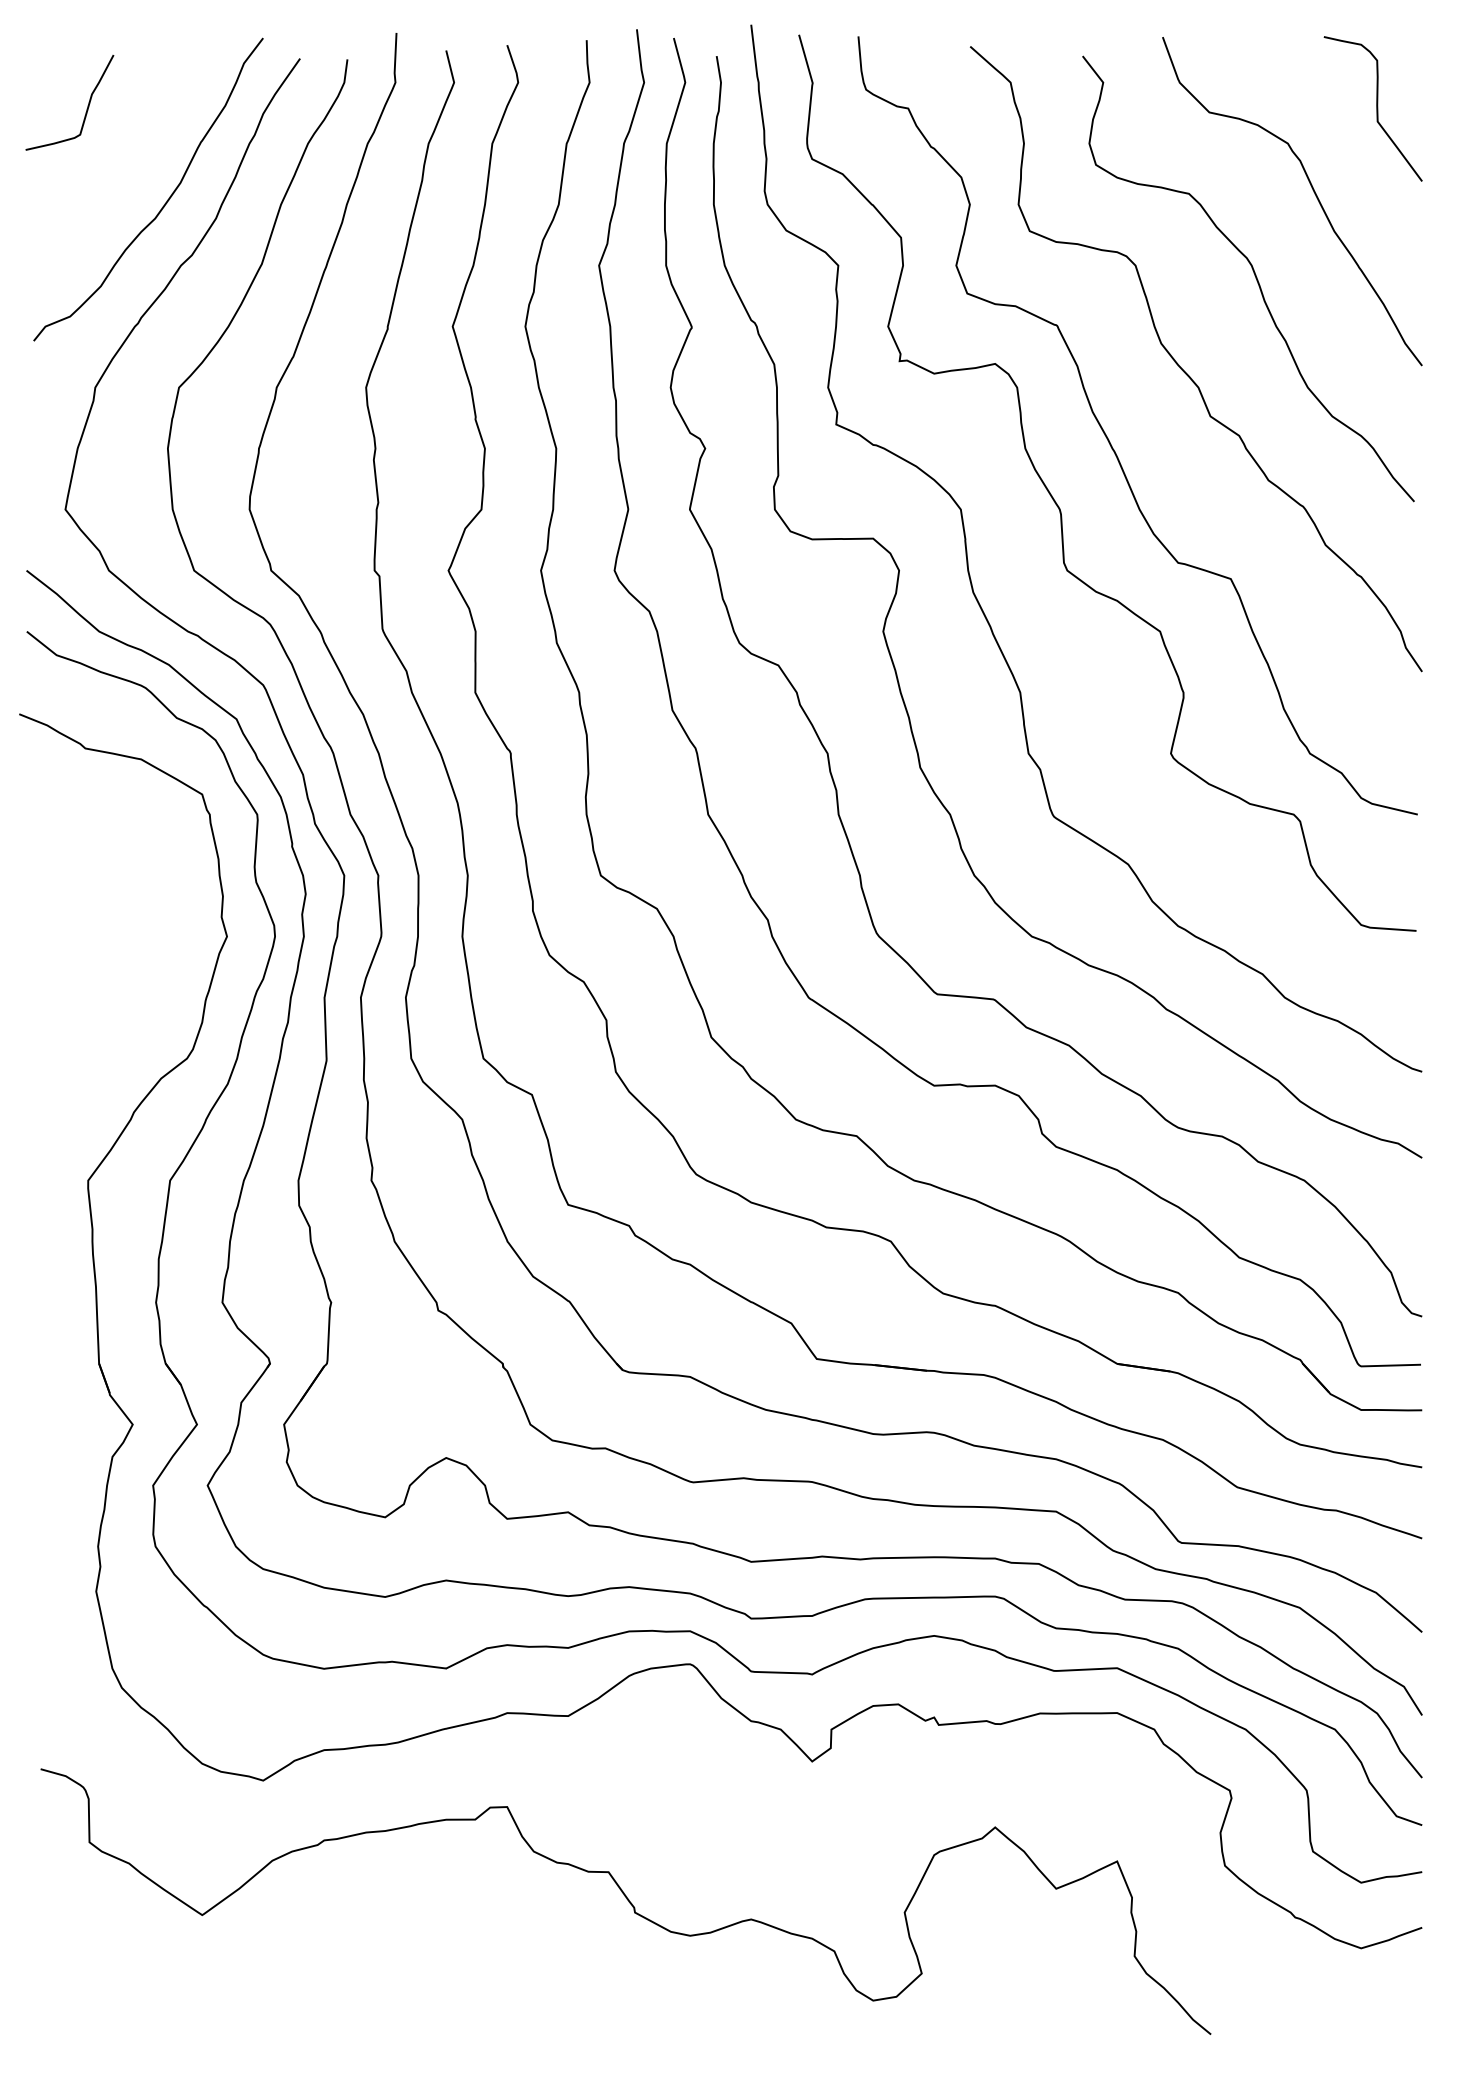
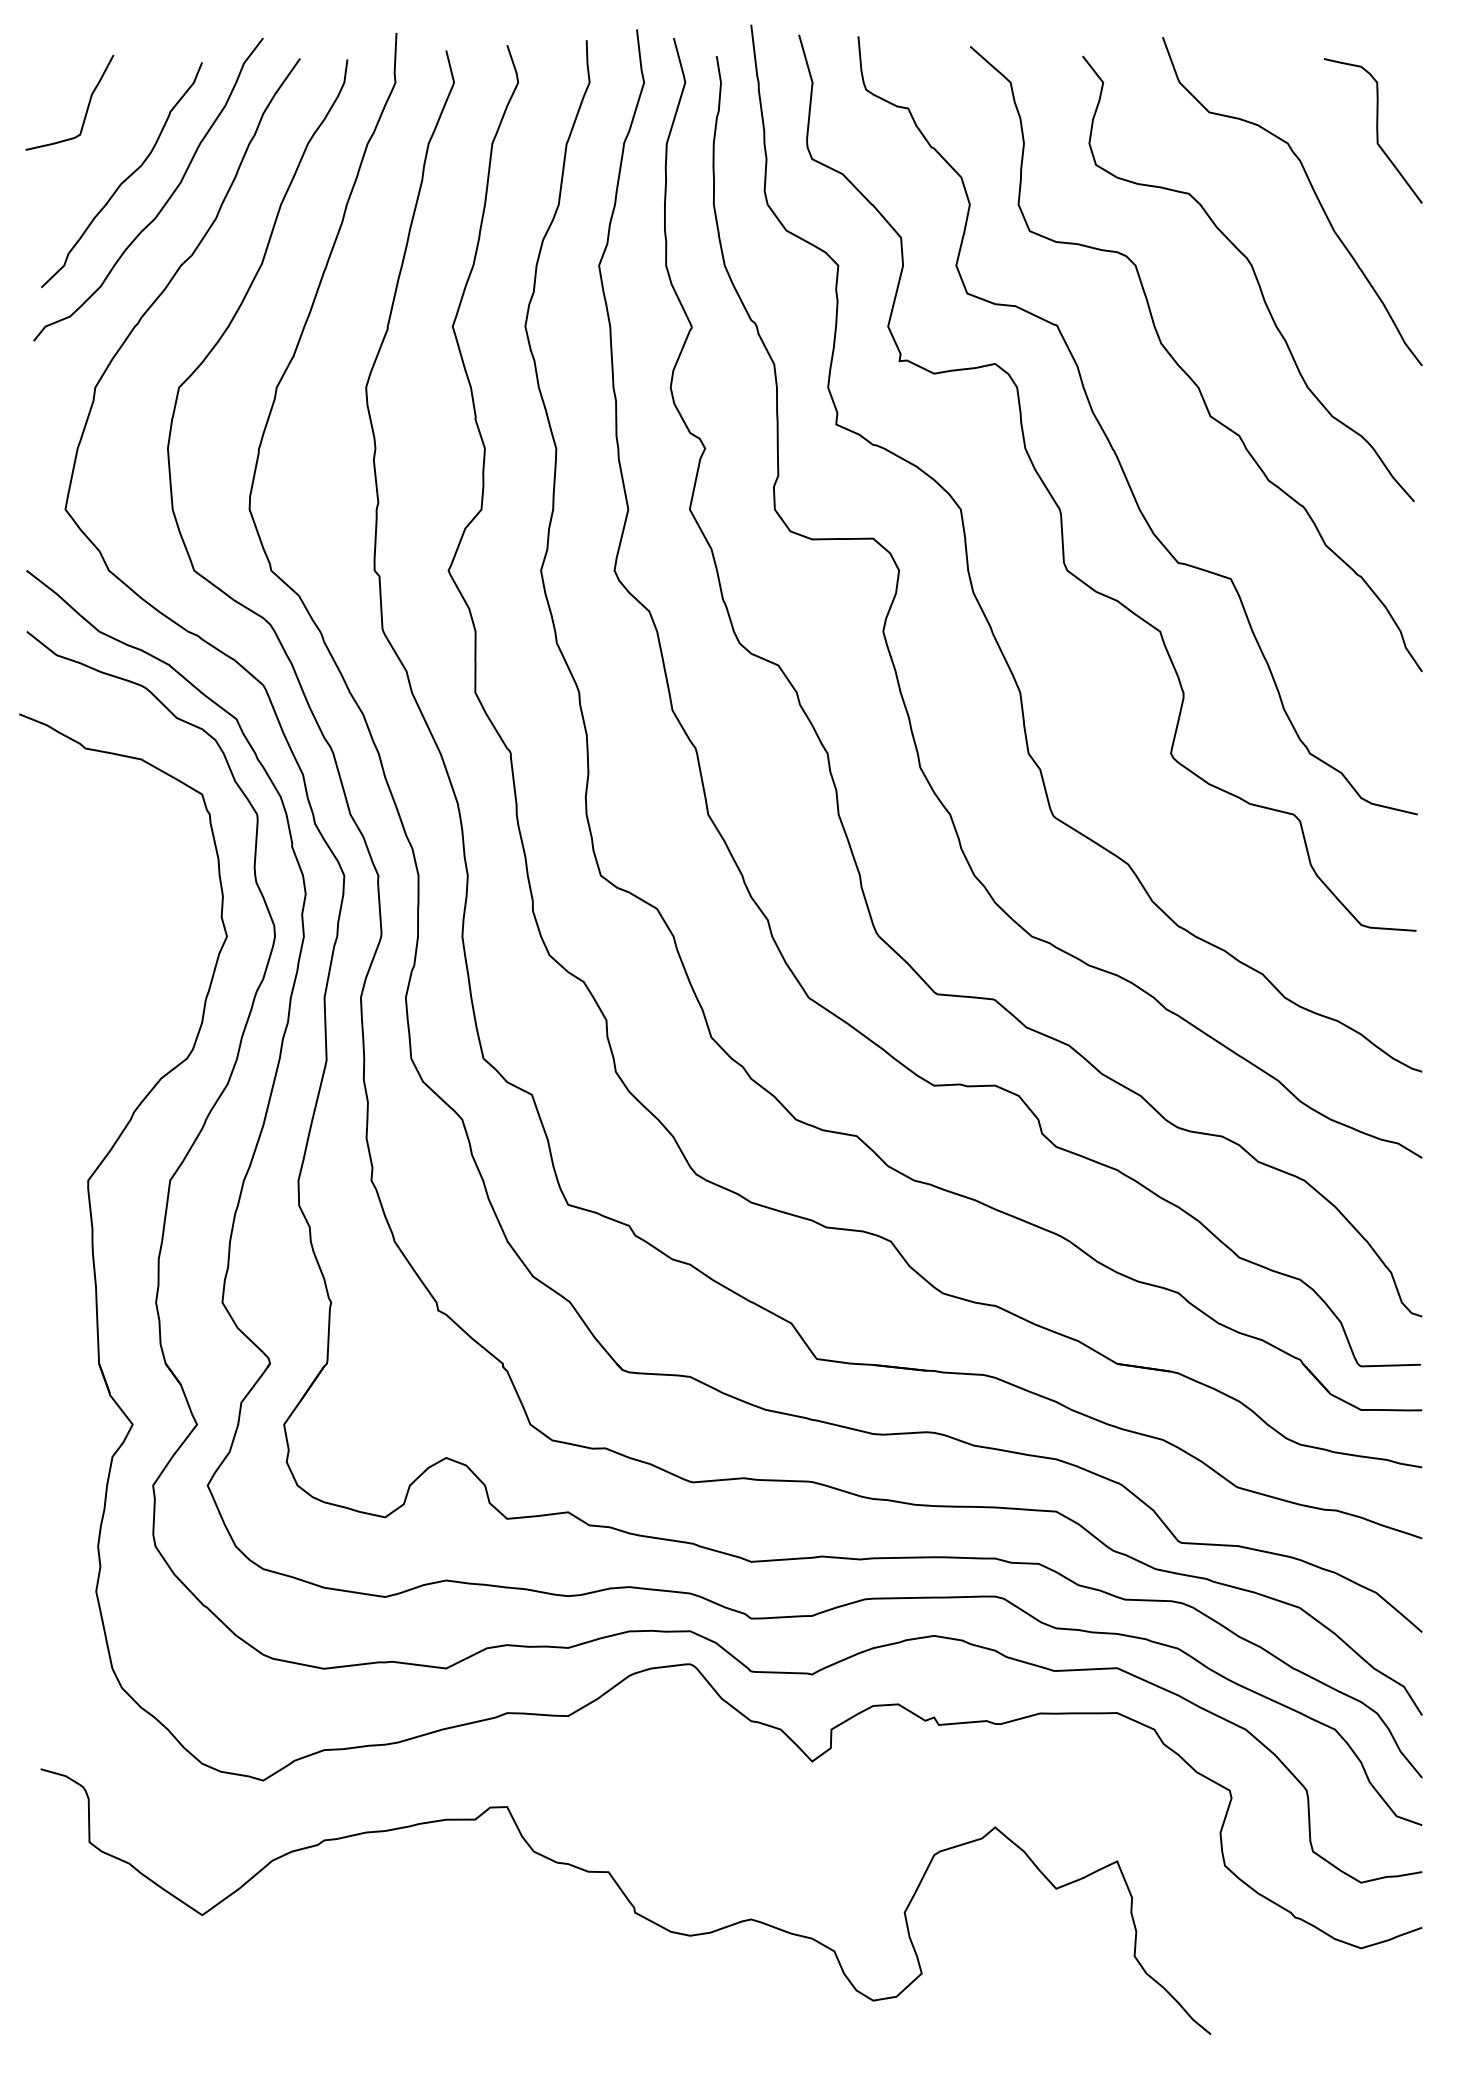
curve at (1376, 108) position: (1376, 108) -> (1376, 130)
curve at (125, 178): none -> present
